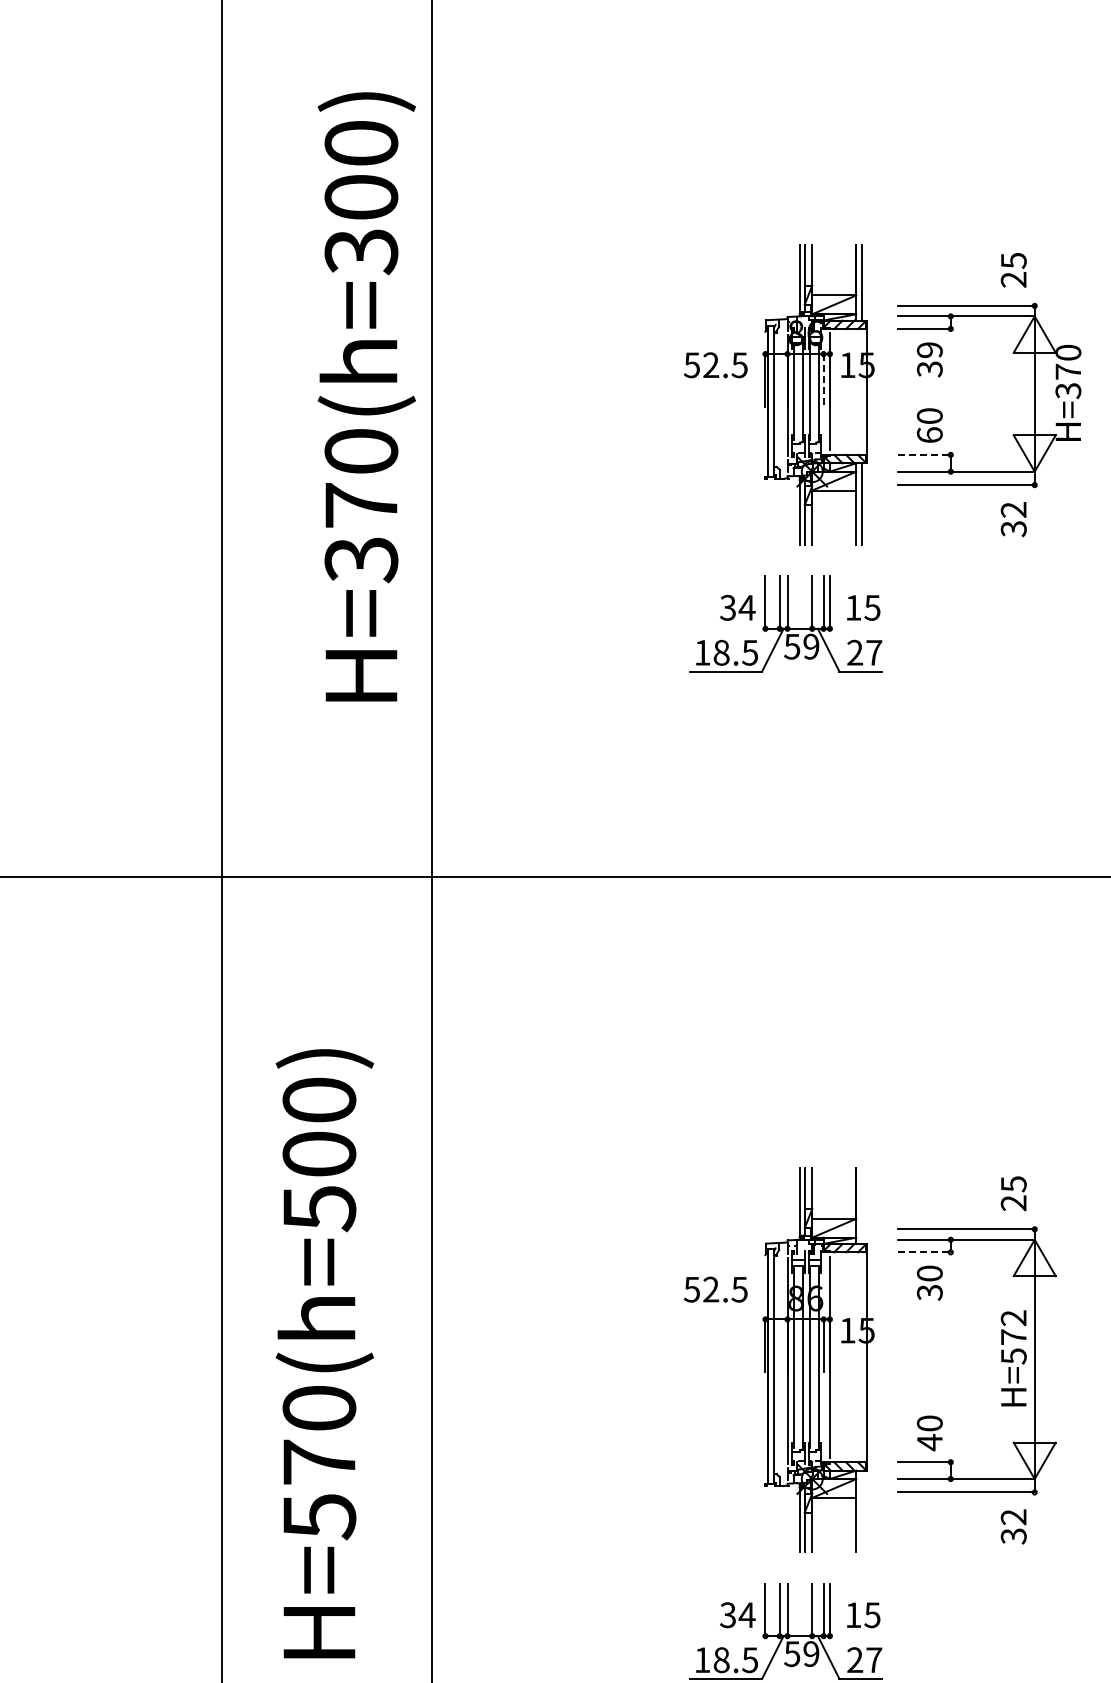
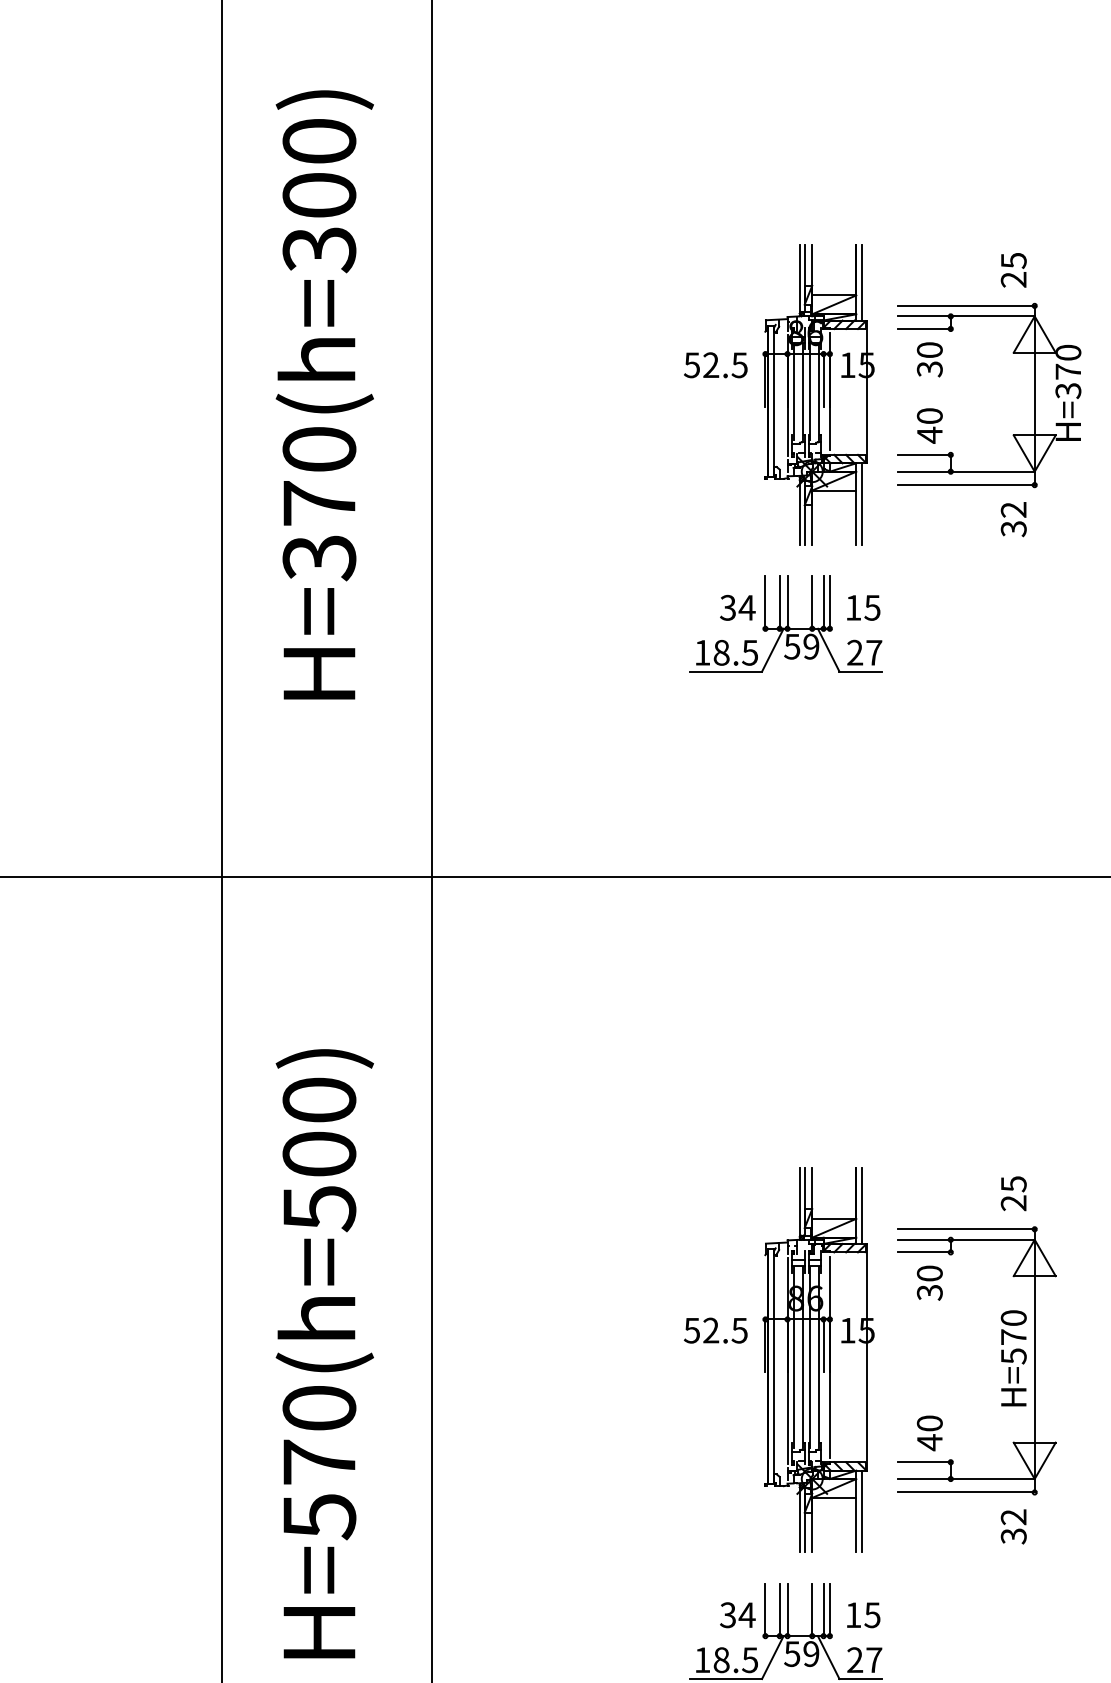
text at (929, 350): 39 -> 30
line at (823, 380): dashed -> solid
text at (366, 396) position: (366, 396) -> (324, 394)
text at (929, 434): 60 -> 40
line at (925, 454): dashed -> solid
line at (861, 1205): none -> present
line at (925, 1252): dashed -> solid
text at (715, 1289) position: (715, 1289) -> (715, 1330)
text at (1013, 1318): H=572 -> H=570
line at (861, 1511): none -> present
